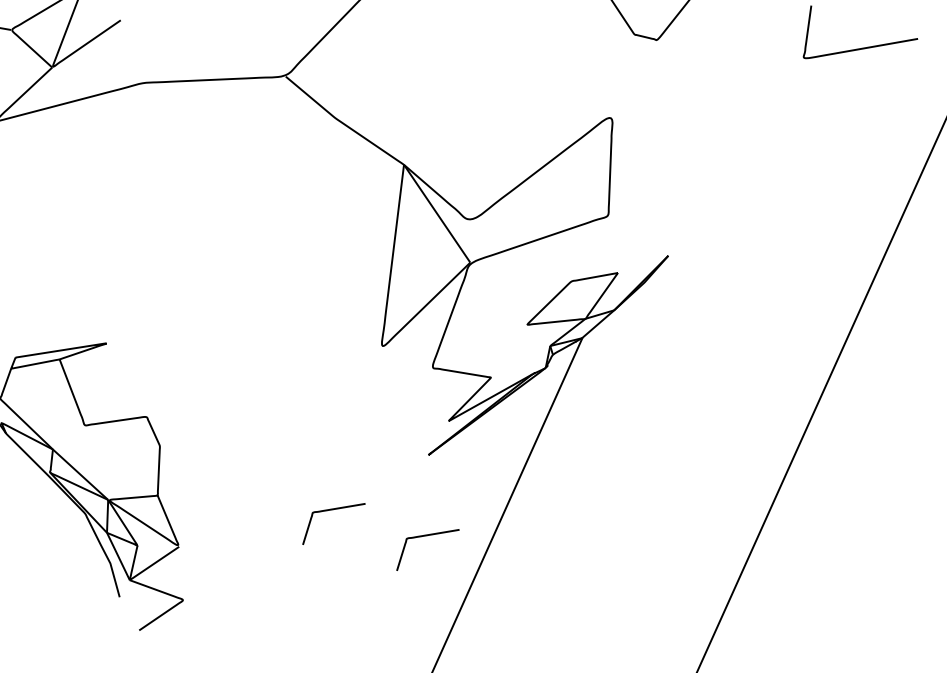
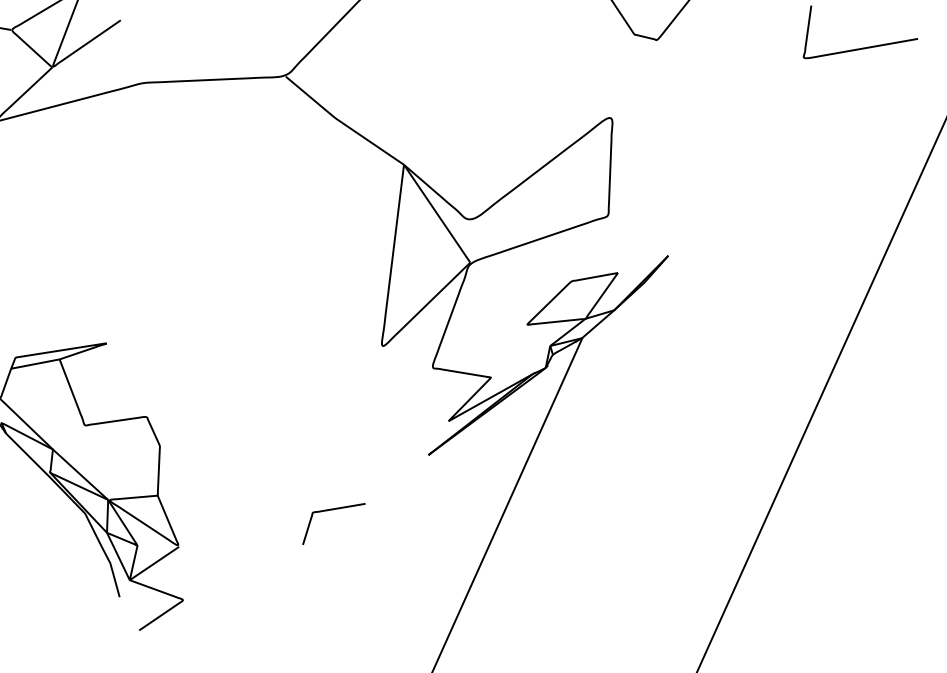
curve at (427, 536): present -> none
